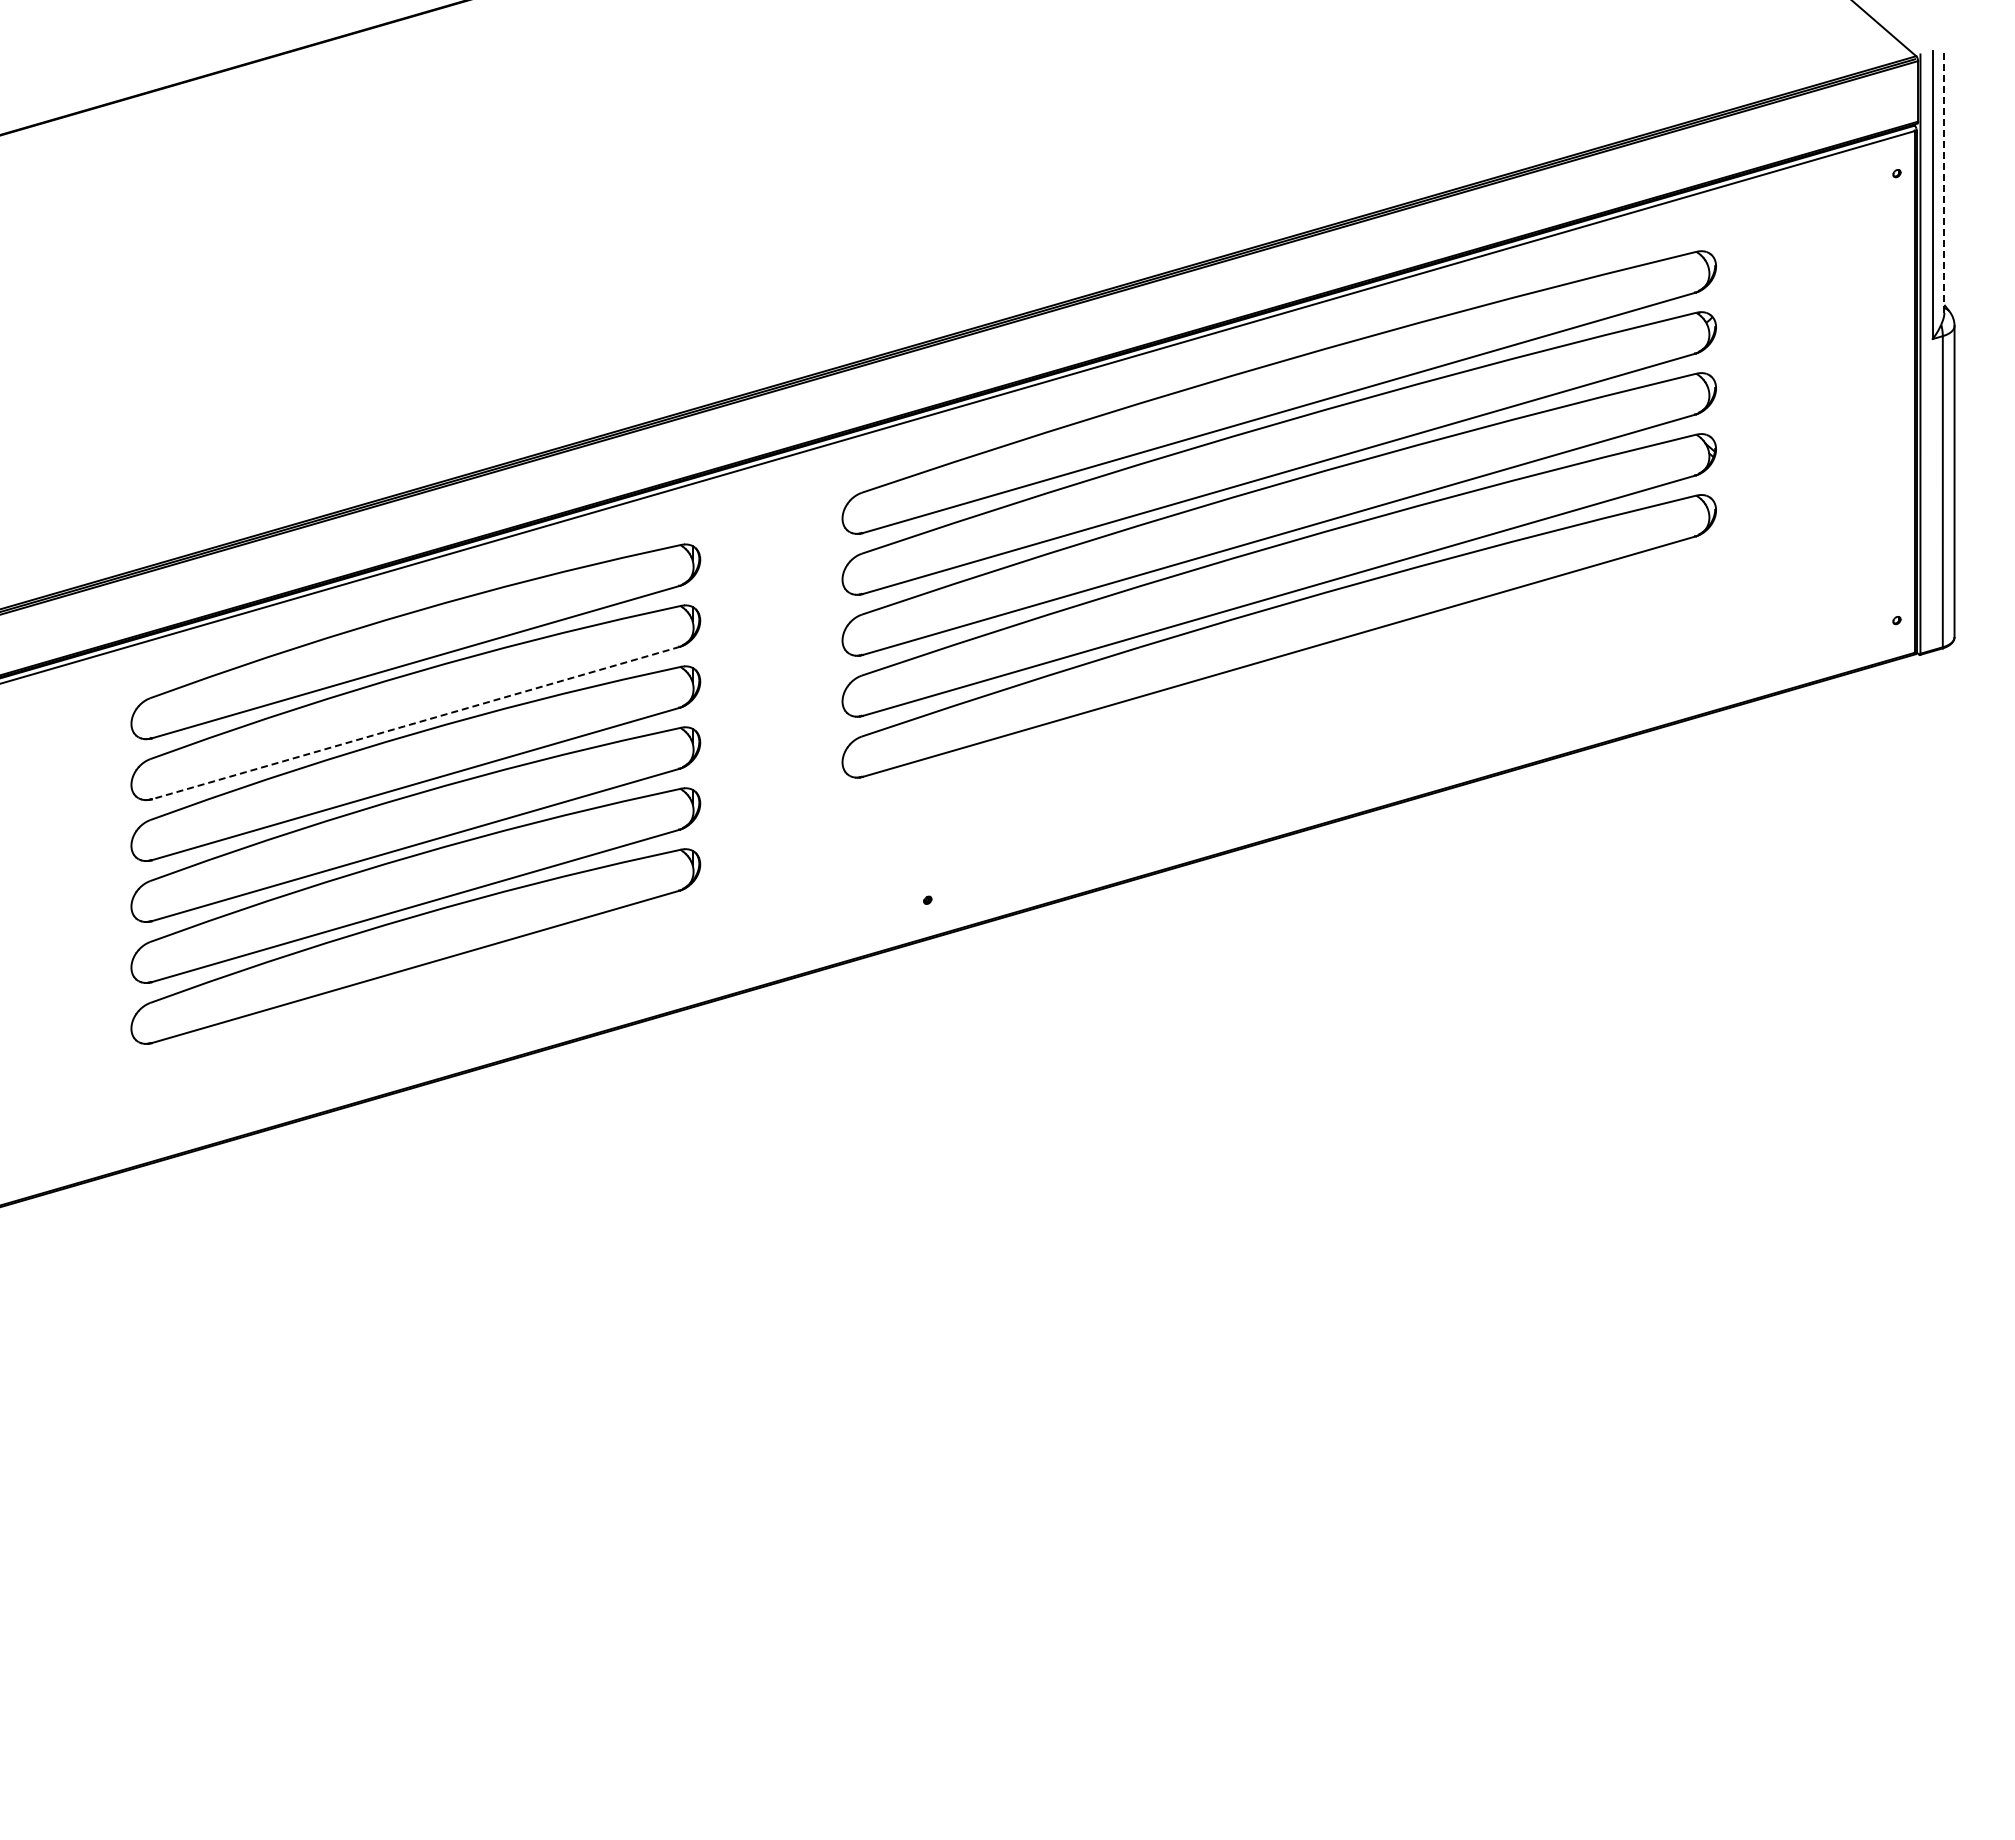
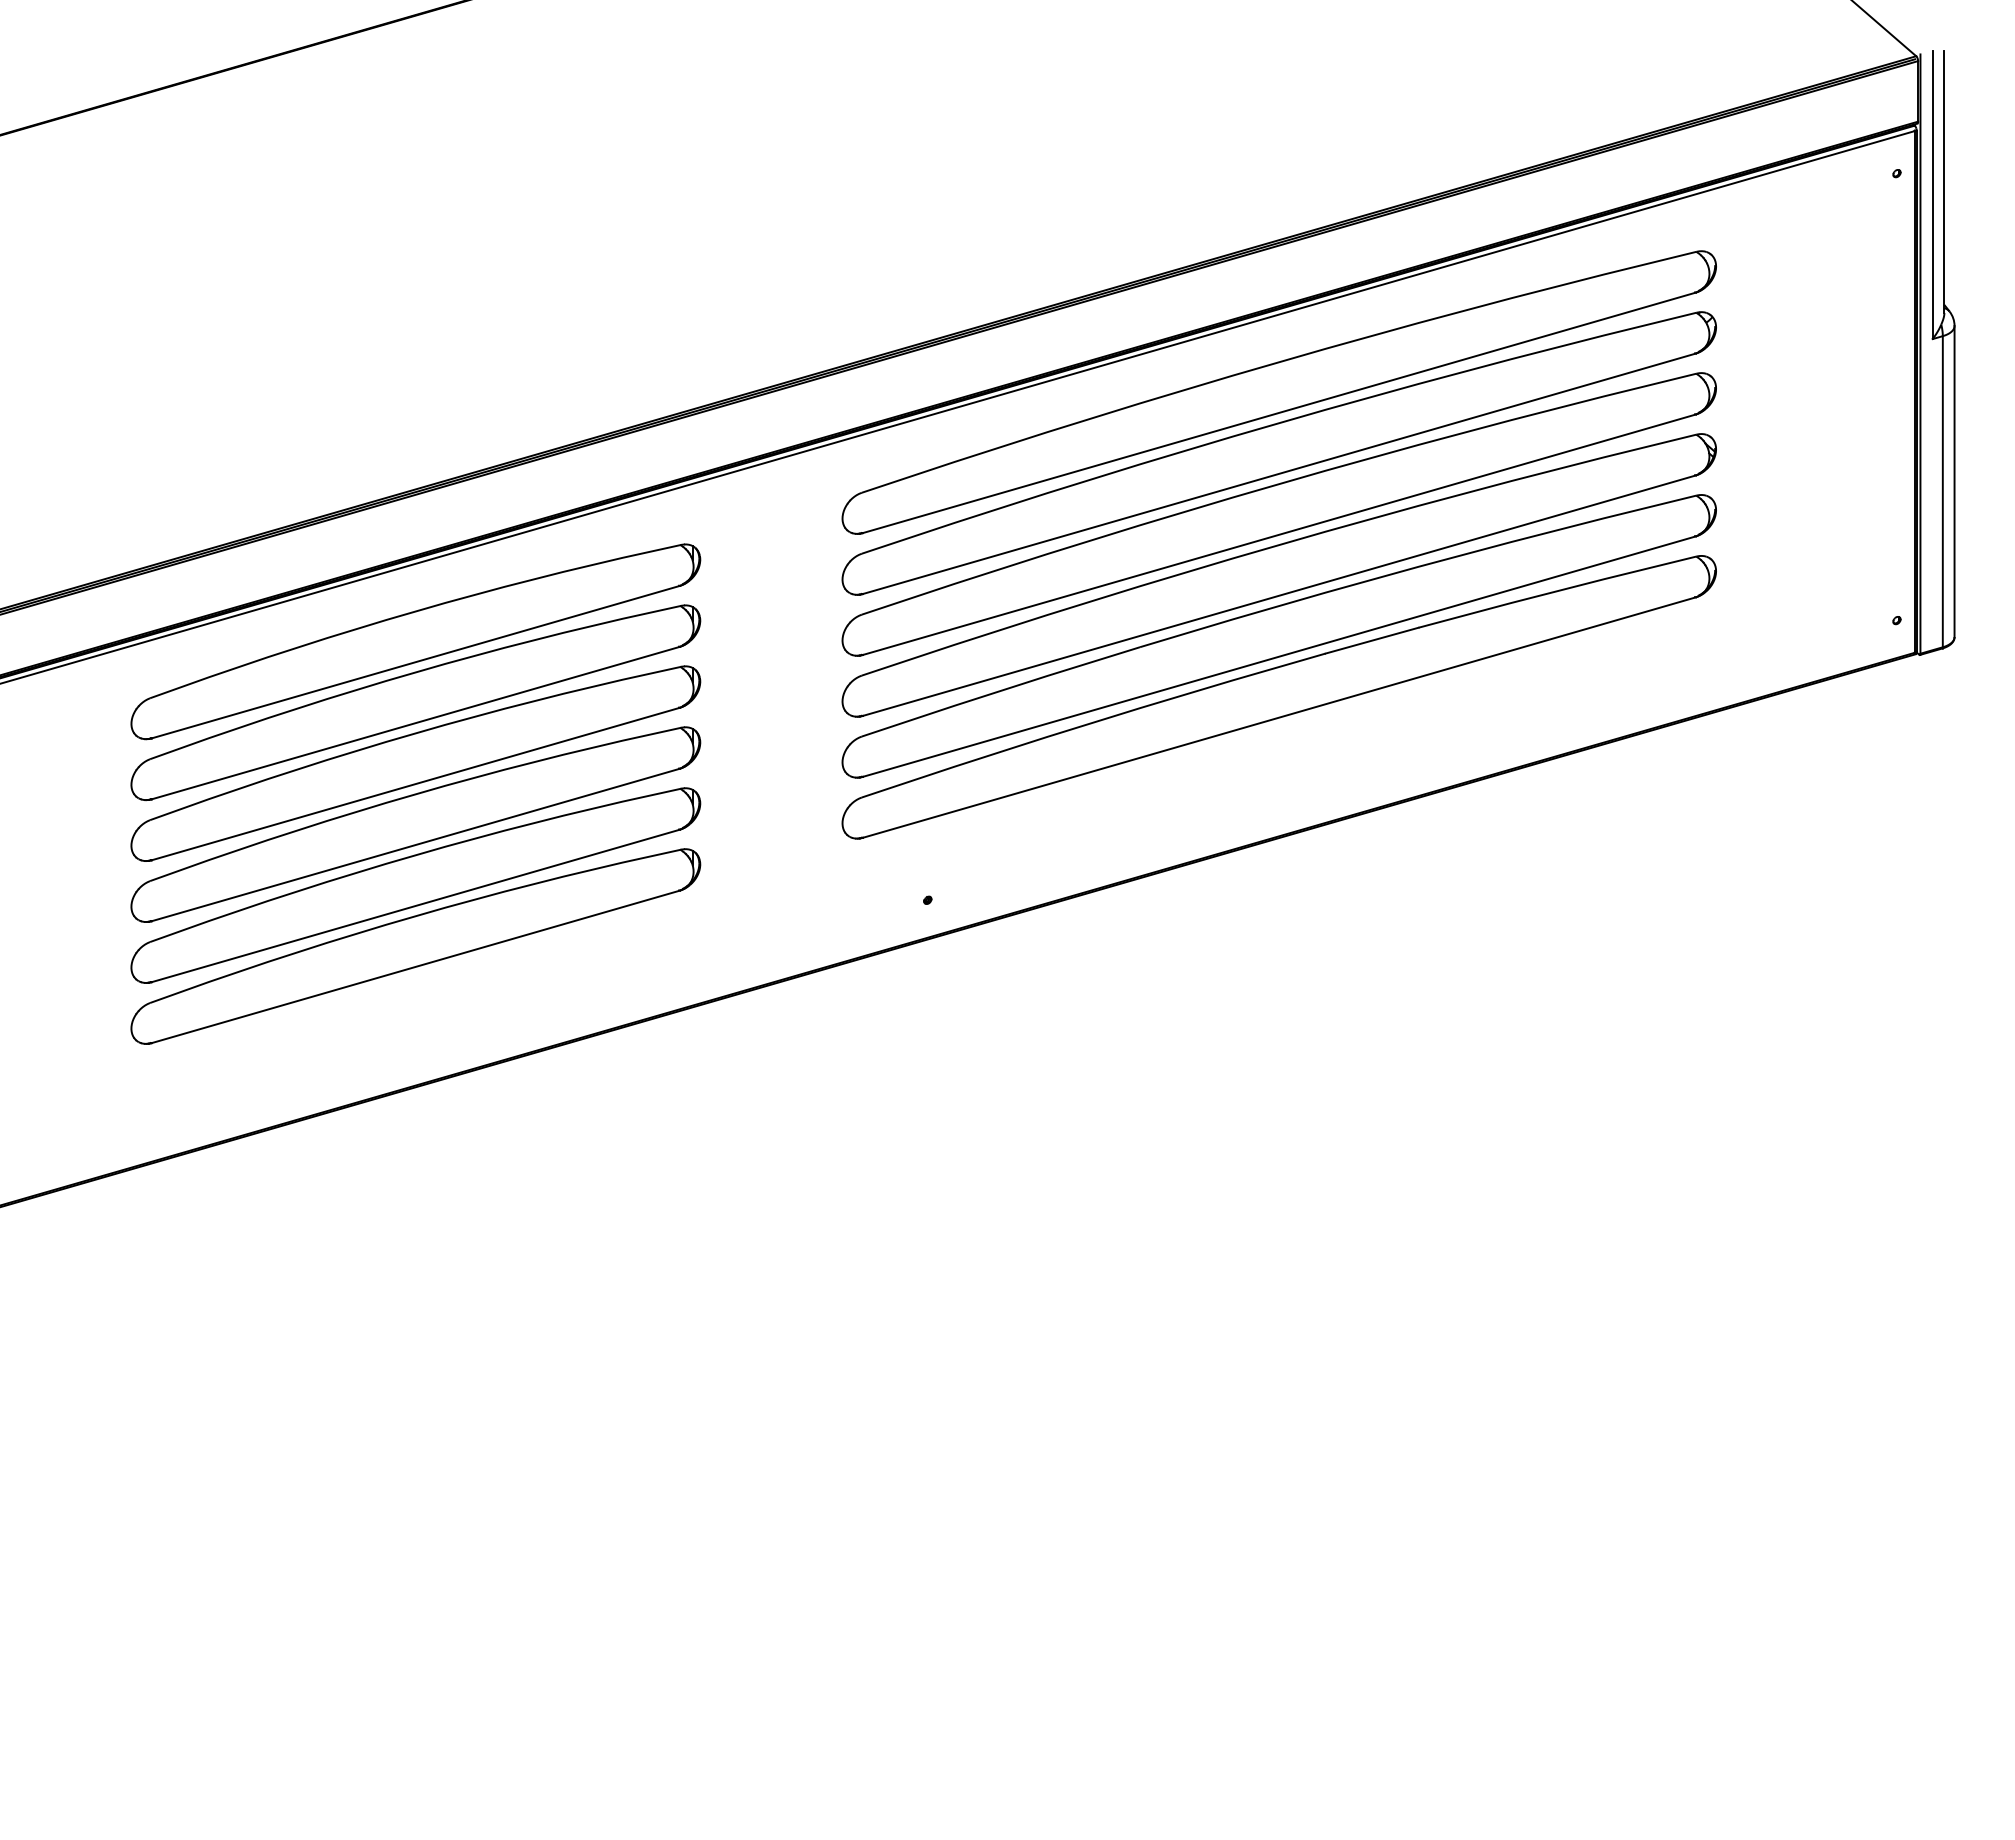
line at (1944, 181): dashed -> solid
part at (1278, 697): none -> present
line at (415, 723): dashed -> solid
